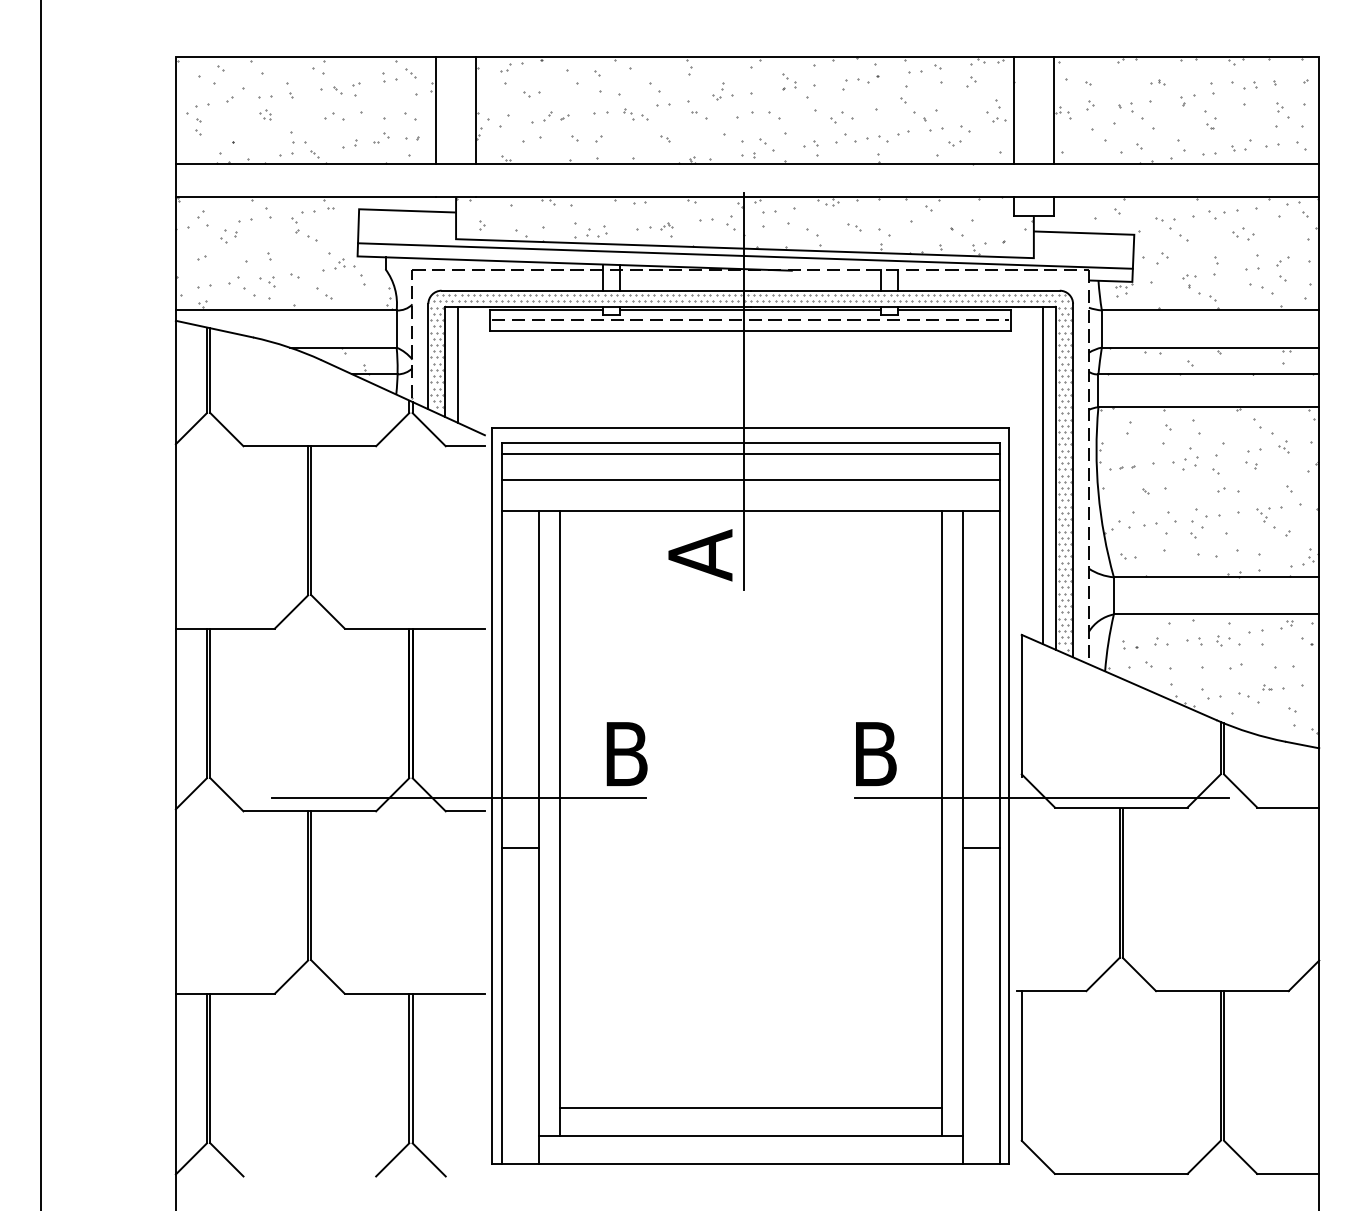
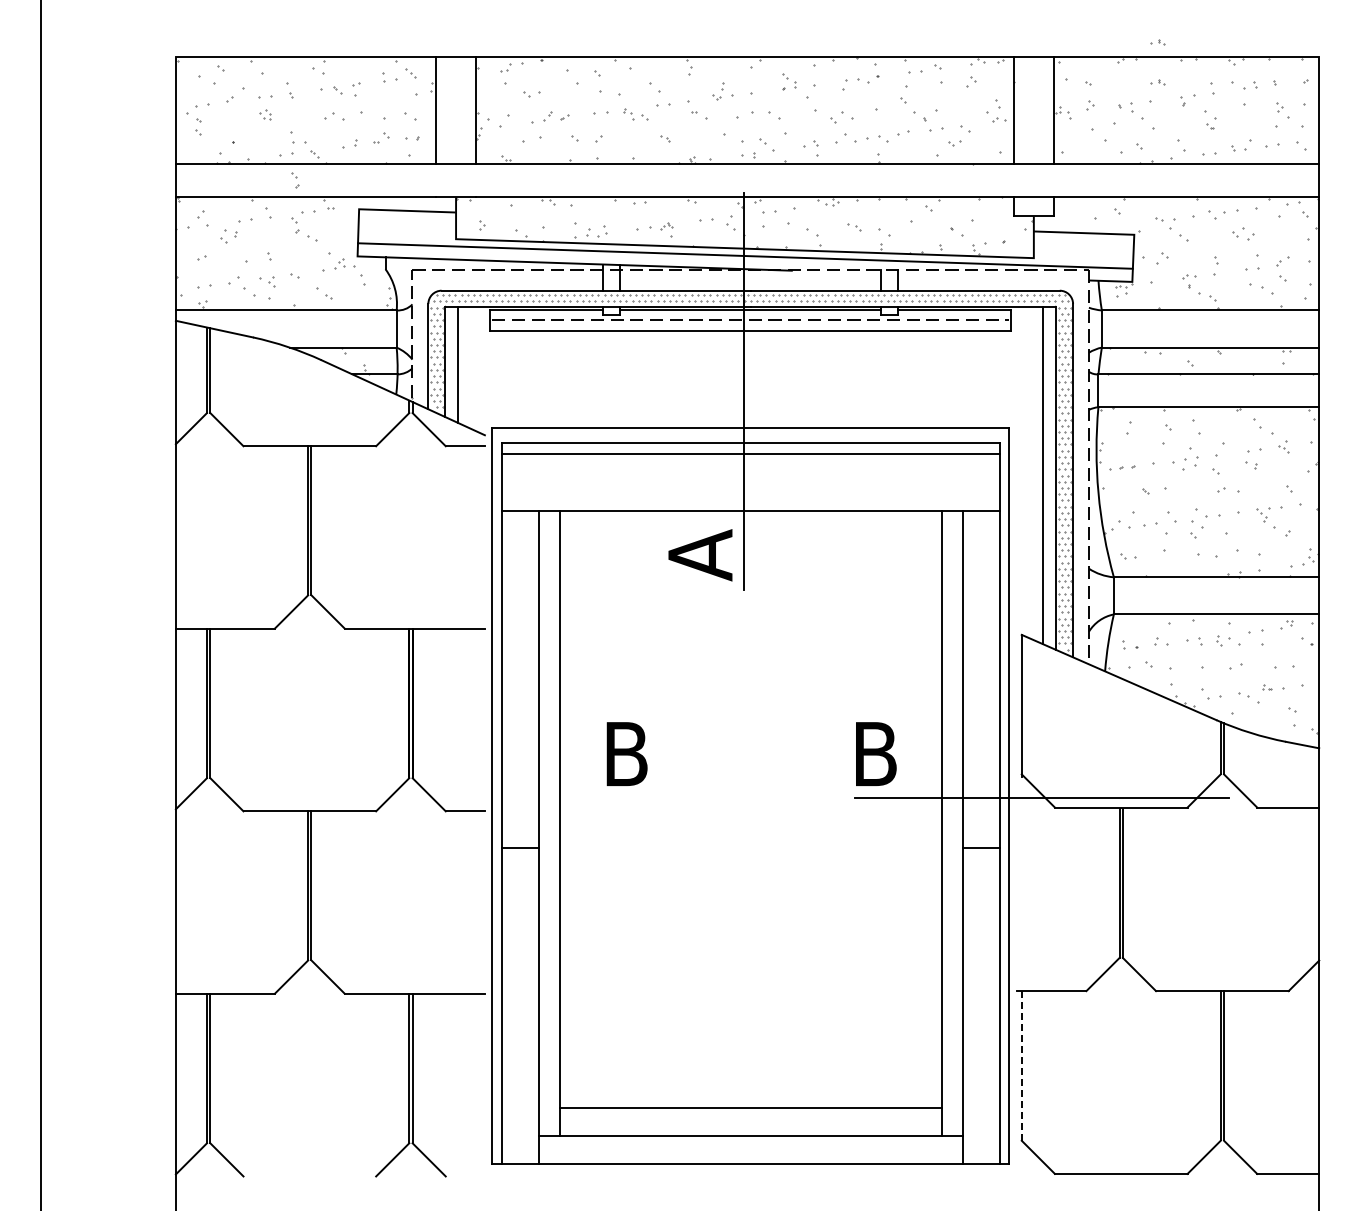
part at (1157, 42): none -> present
part at (295, 180): none -> present
line at (750, 480): present -> none
line at (459, 797): present -> none
line at (1021, 1065): solid -> dashed
